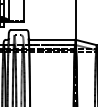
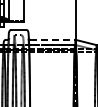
line at (52, 39): solid -> dashed
